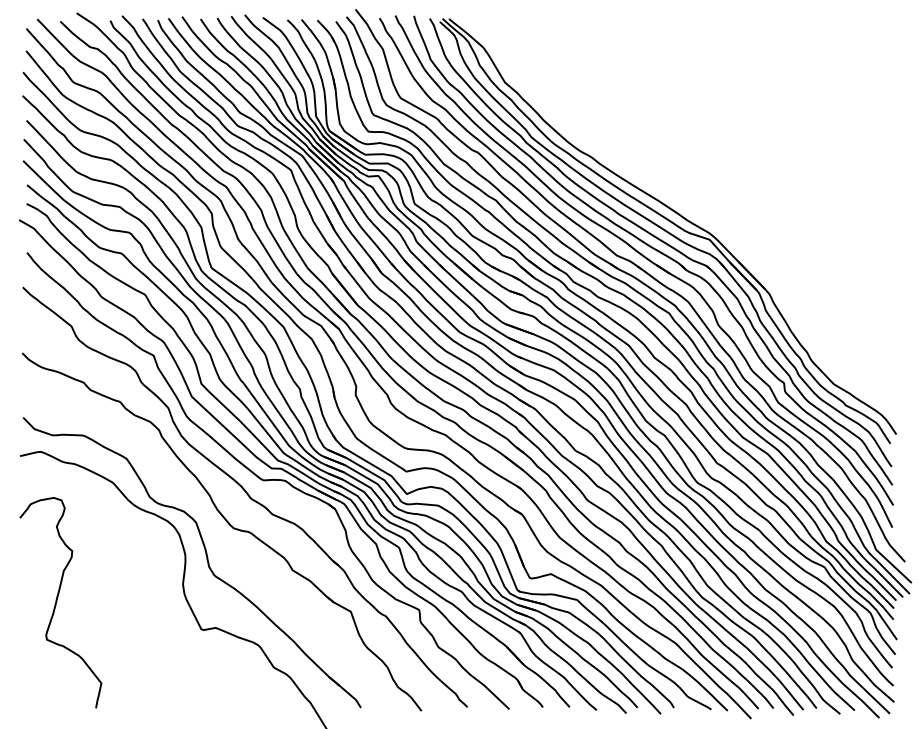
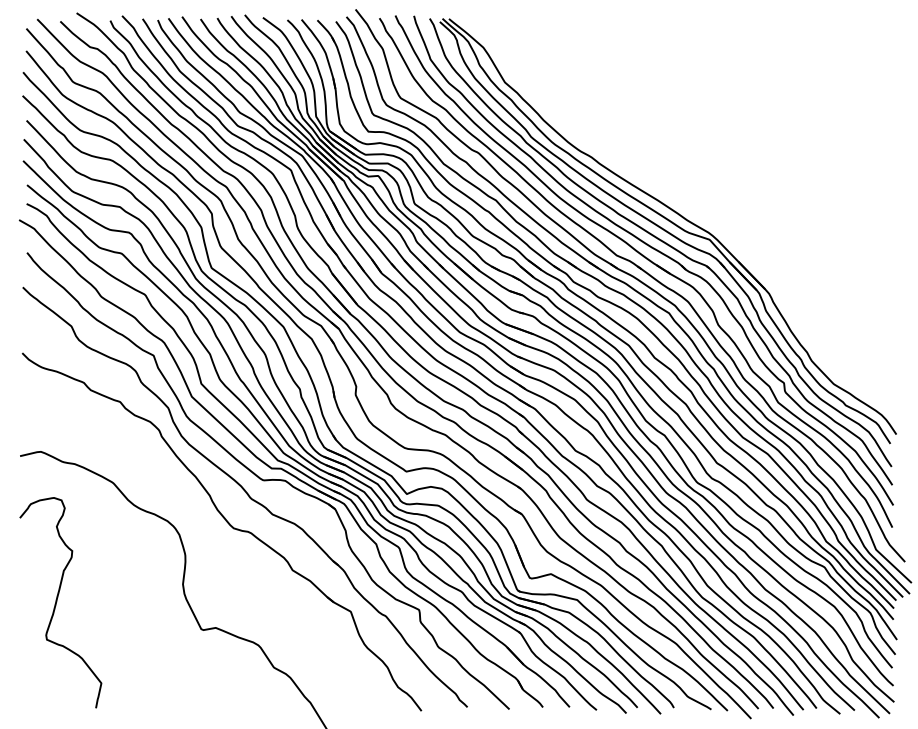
part at (206, 560): present -> none
